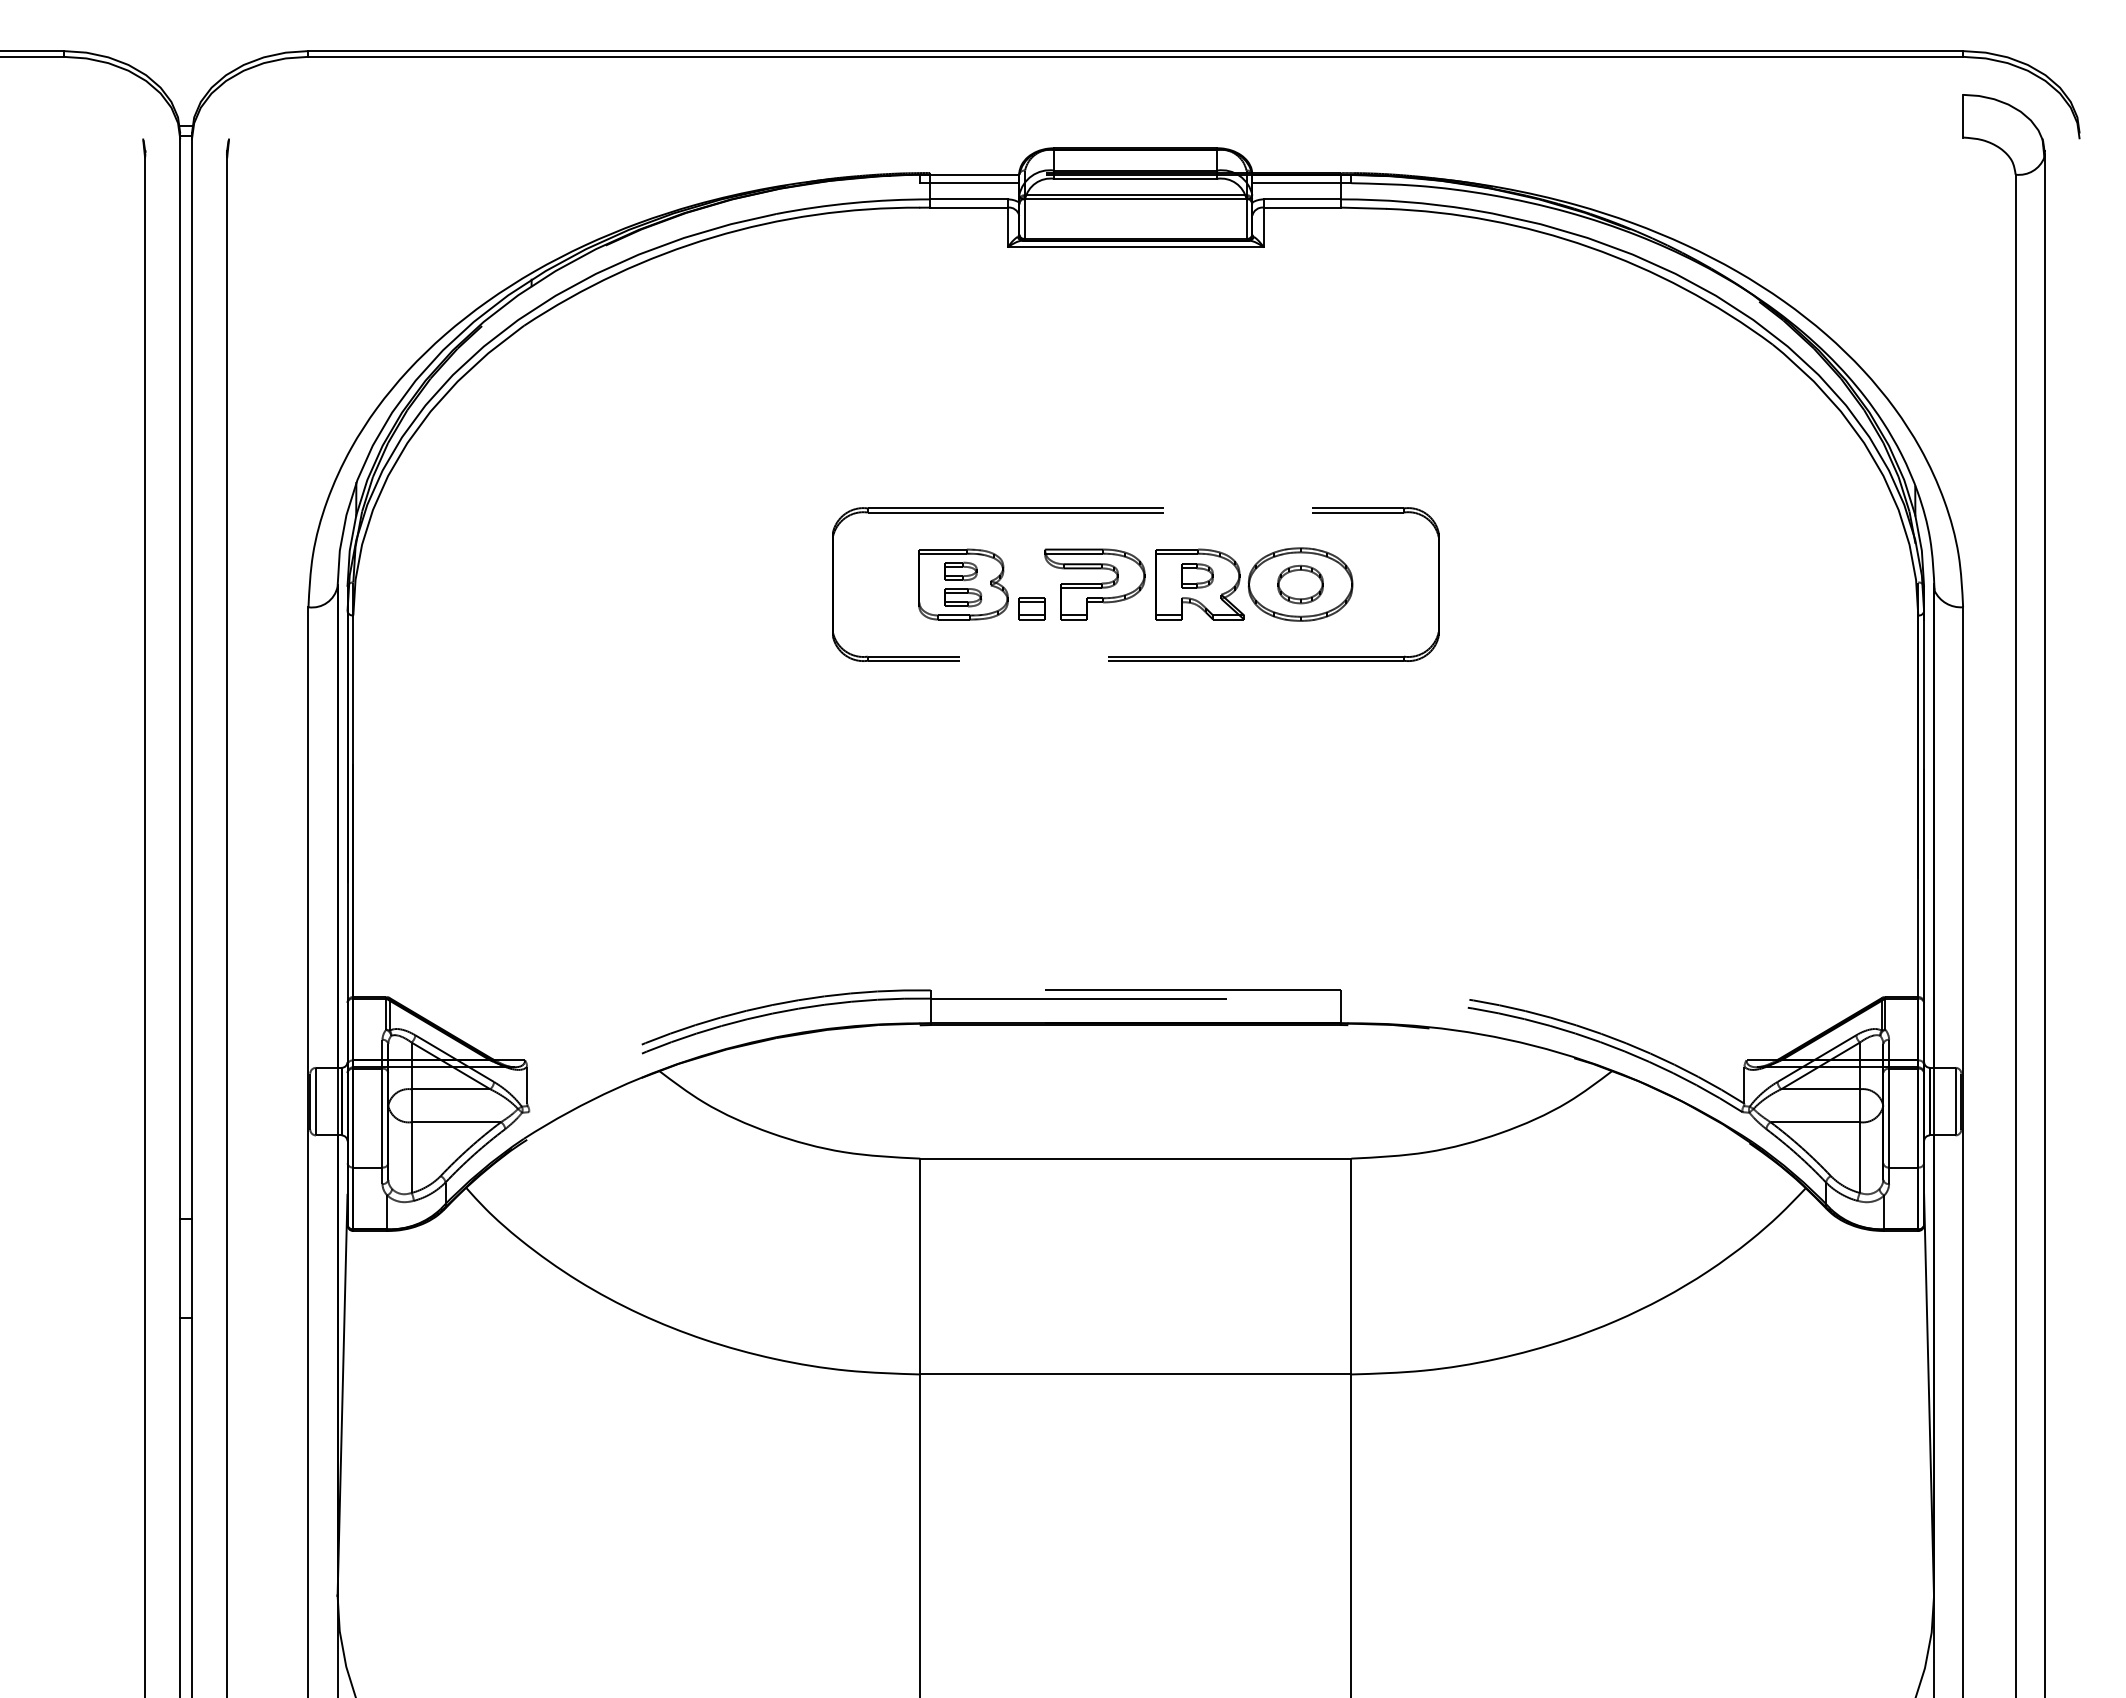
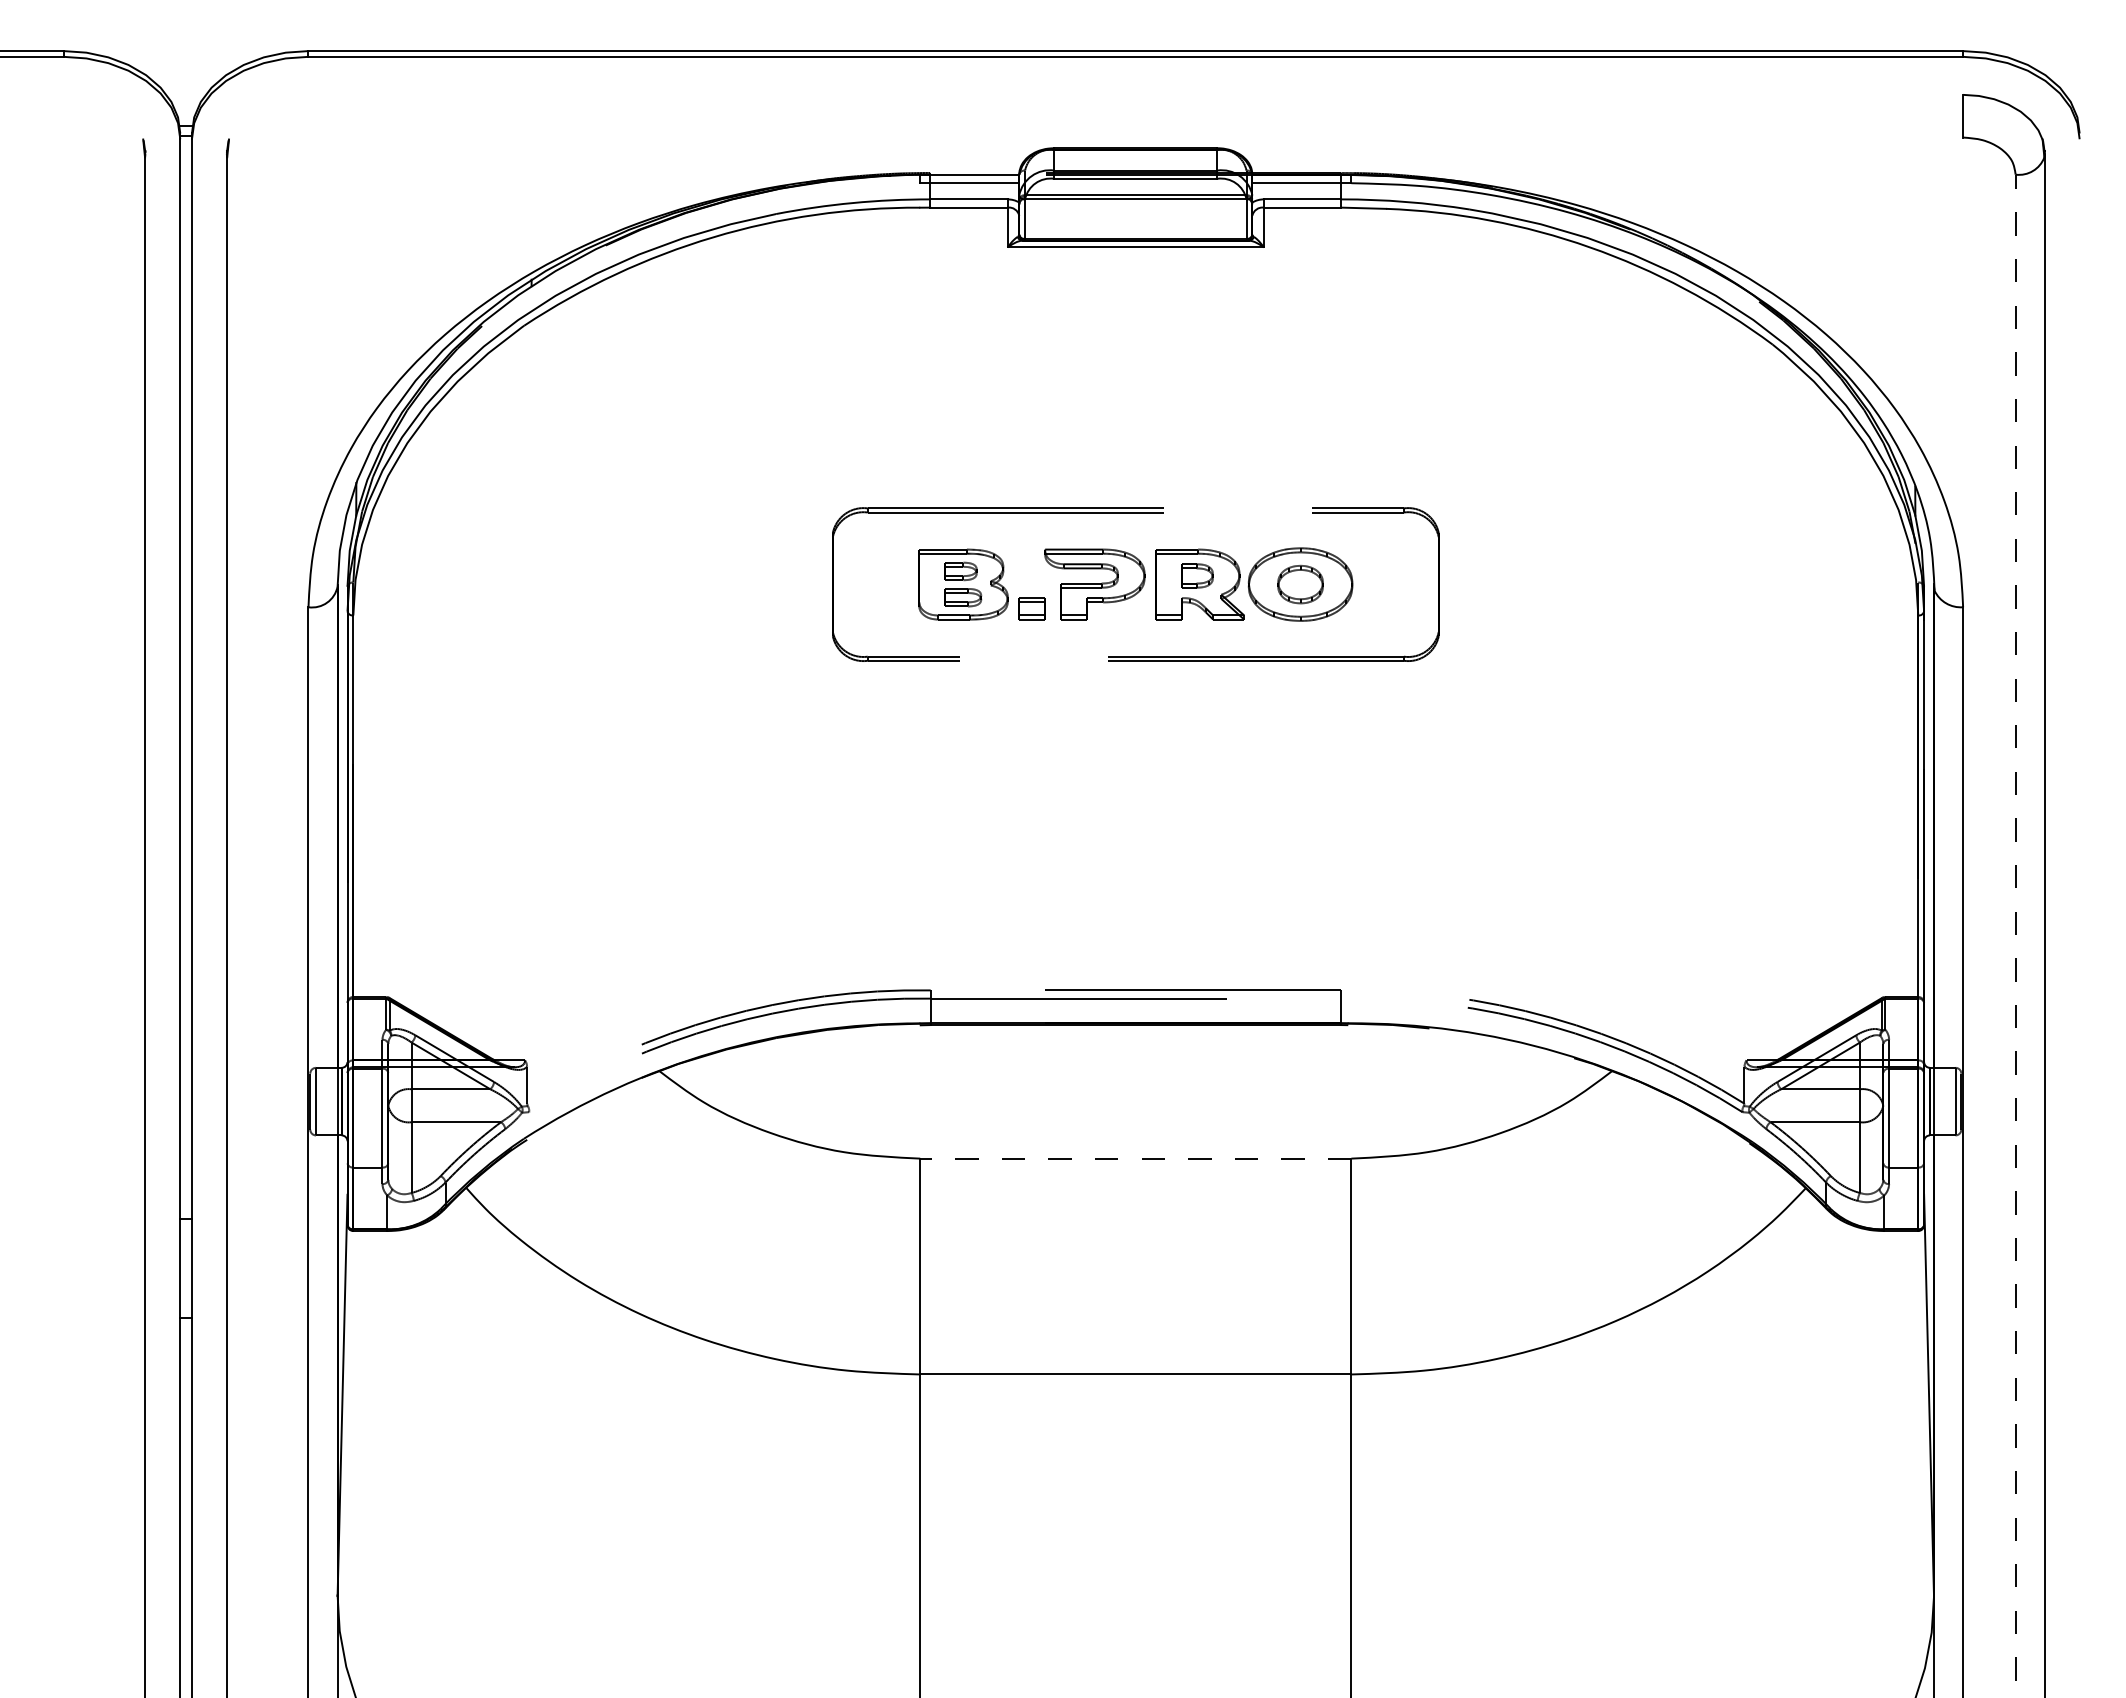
line at (2015, 935): solid -> dashed
line at (1135, 1158): solid -> dashed
